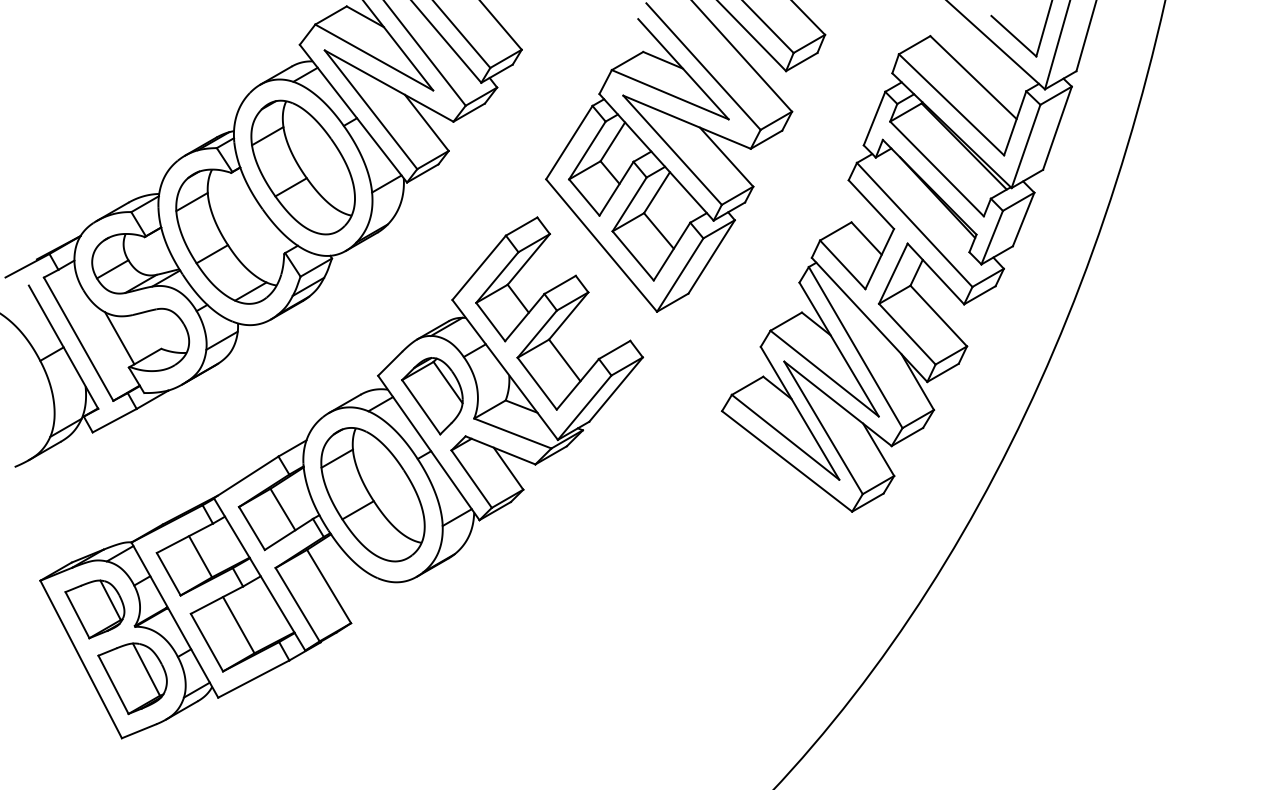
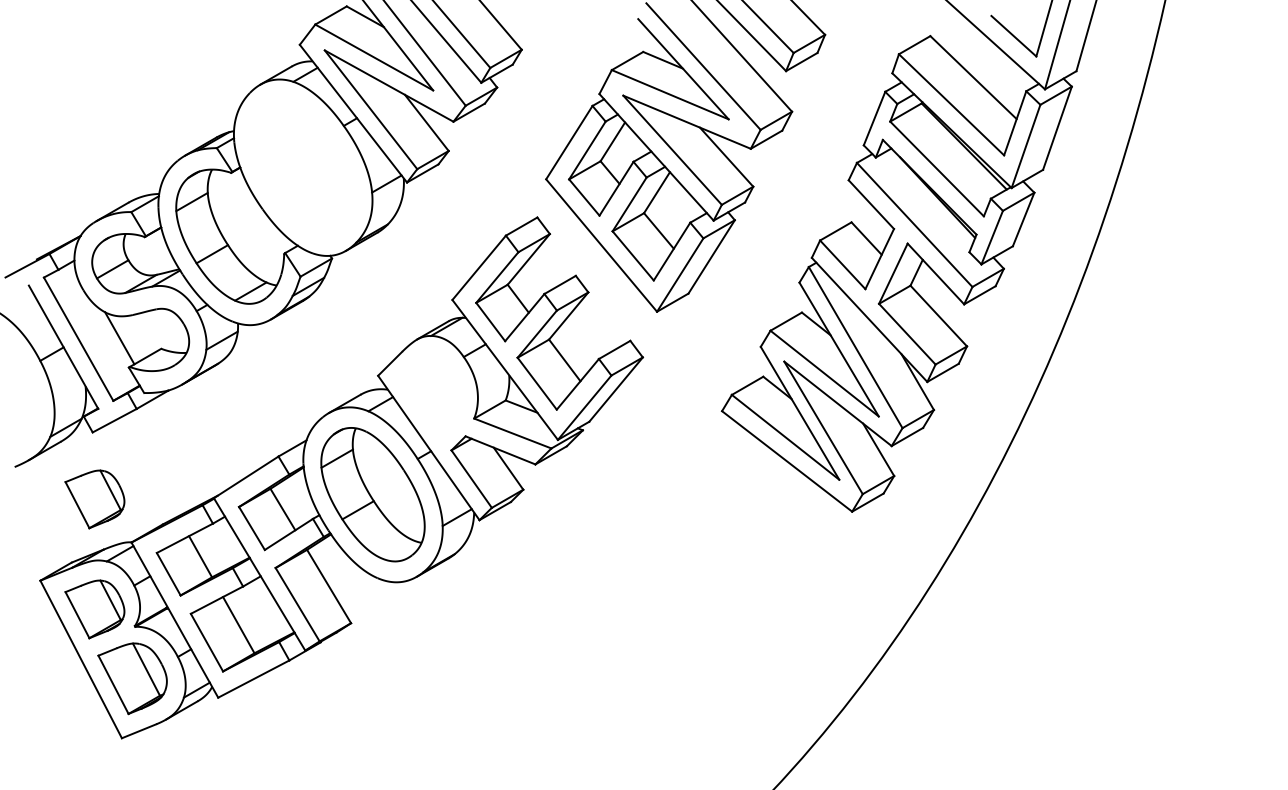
part at (302, 167): present -> none
part at (432, 396): present -> none
part at (94, 499): none -> present
